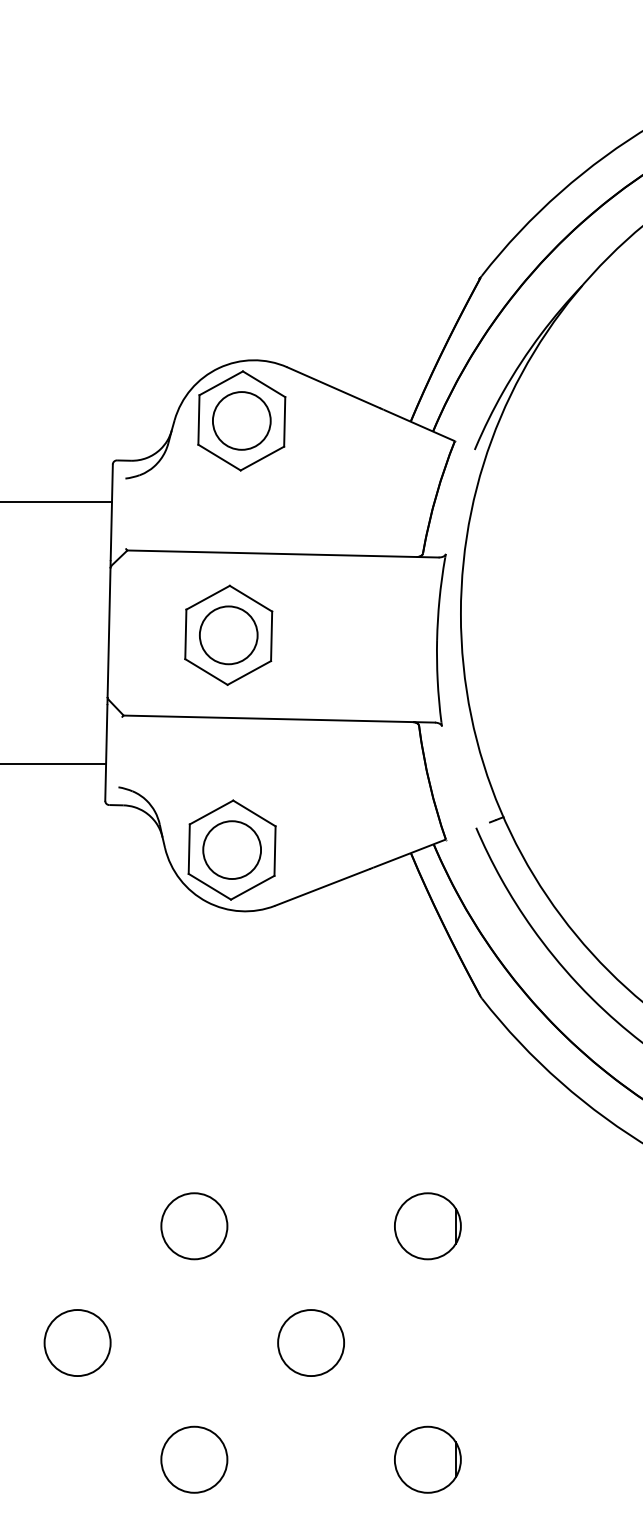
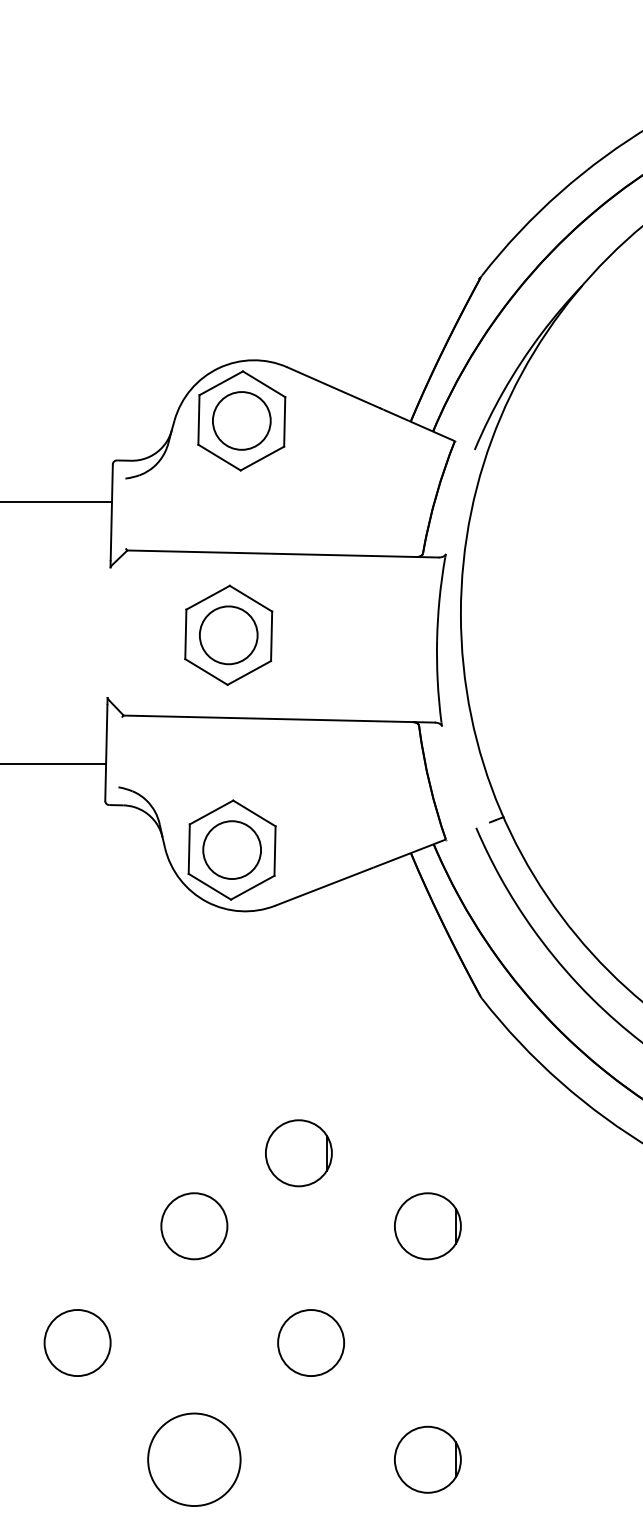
line at (108, 632): present -> none
part at (298, 1153): none -> present
circle at (194, 1459) diameter: 66 px -> 92 px
